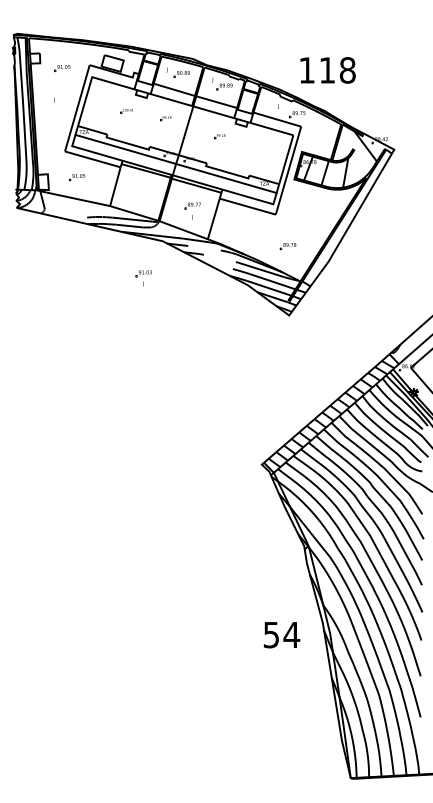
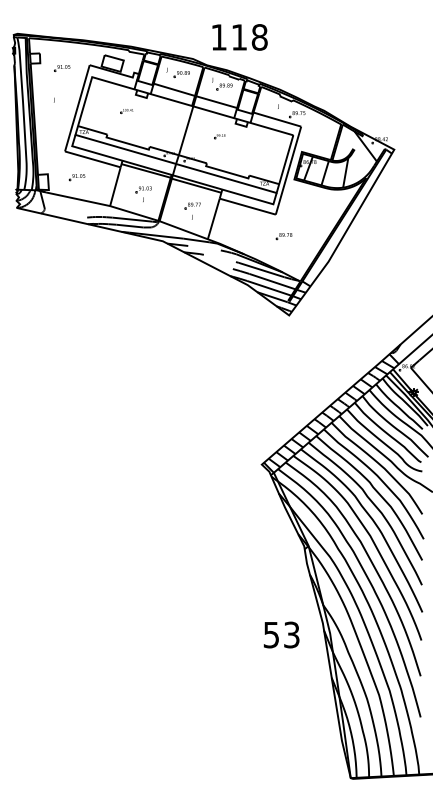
text at (327, 70) position: (327, 70) -> (239, 37)
part at (165, 118): present -> none
part at (287, 246) position: (287, 246) -> (283, 236)
part at (143, 277) position: (143, 277) -> (143, 193)
text at (291, 634): 54 -> 53
